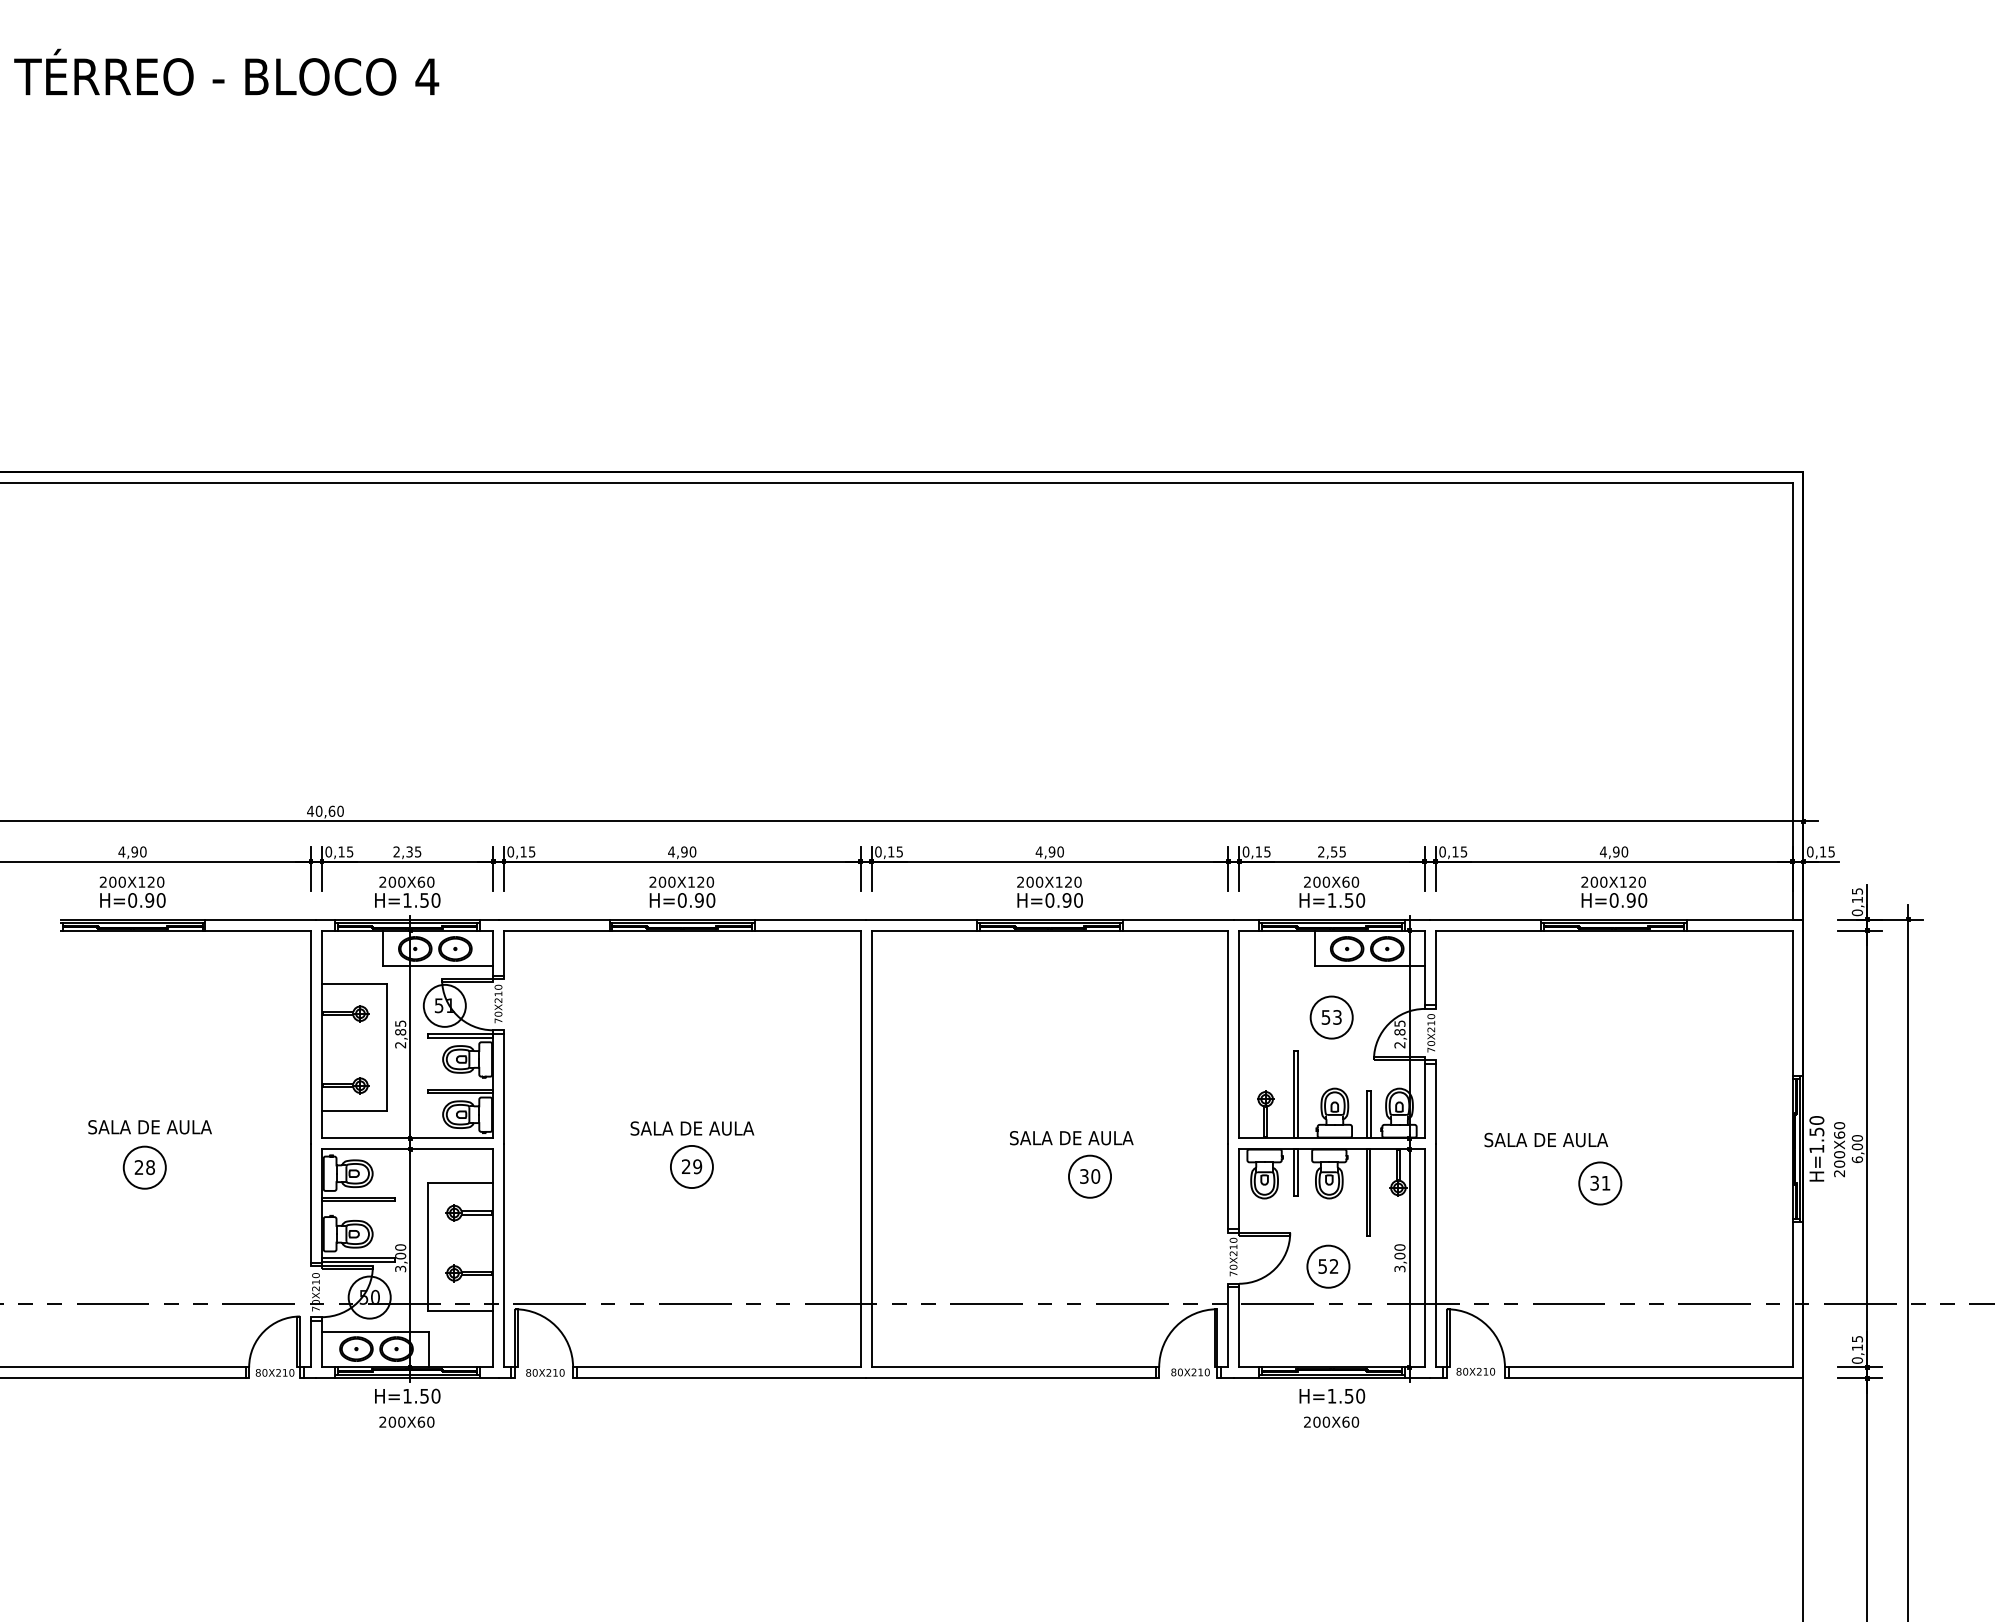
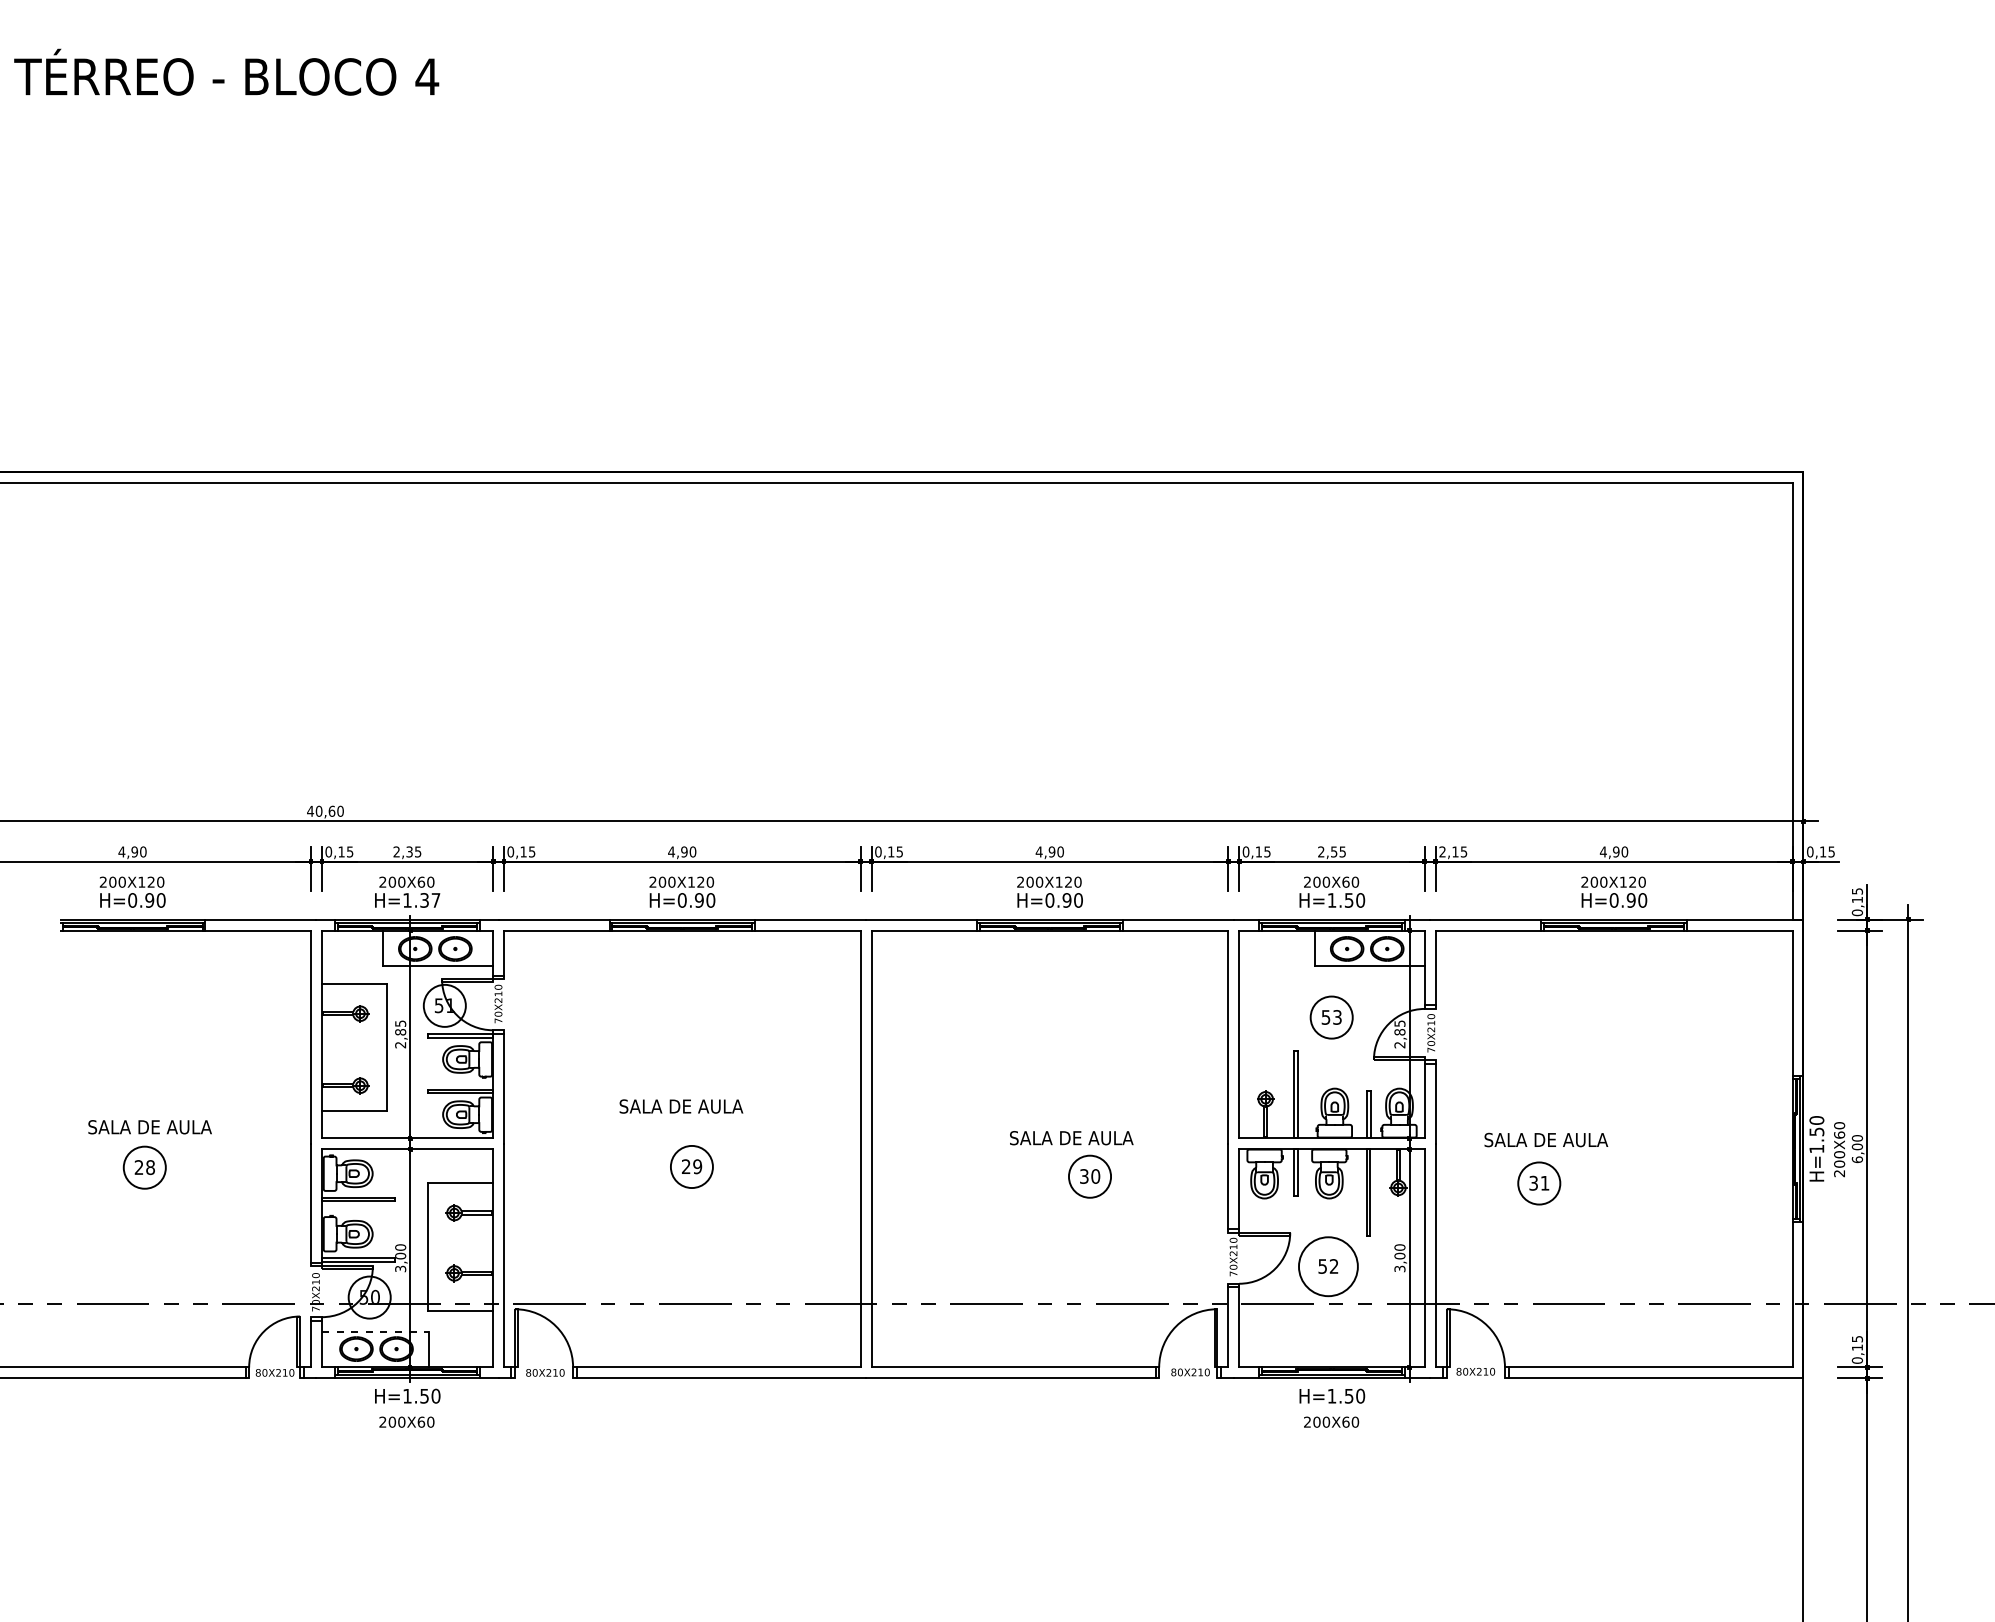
text at (1442, 851): 0,15 -> 2,15
text at (430, 900): H=1.50 -> H=1.37
text at (692, 1128) position: (692, 1128) -> (681, 1106)
part at (1600, 1183) position: (1600, 1183) -> (1539, 1183)
circle at (1328, 1266) diameter: 42 px -> 59 px
line at (375, 1332): solid -> dashed
